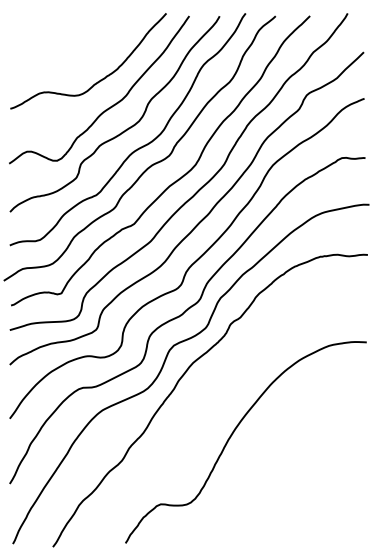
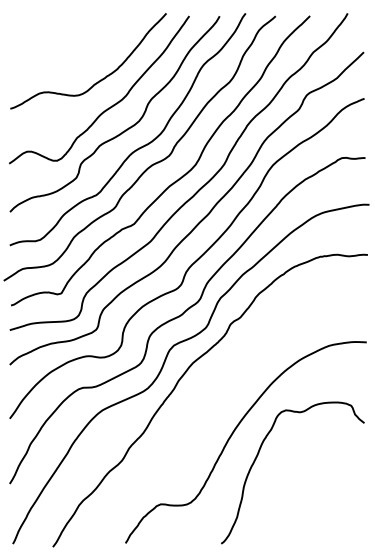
curve at (258, 455): none -> present
